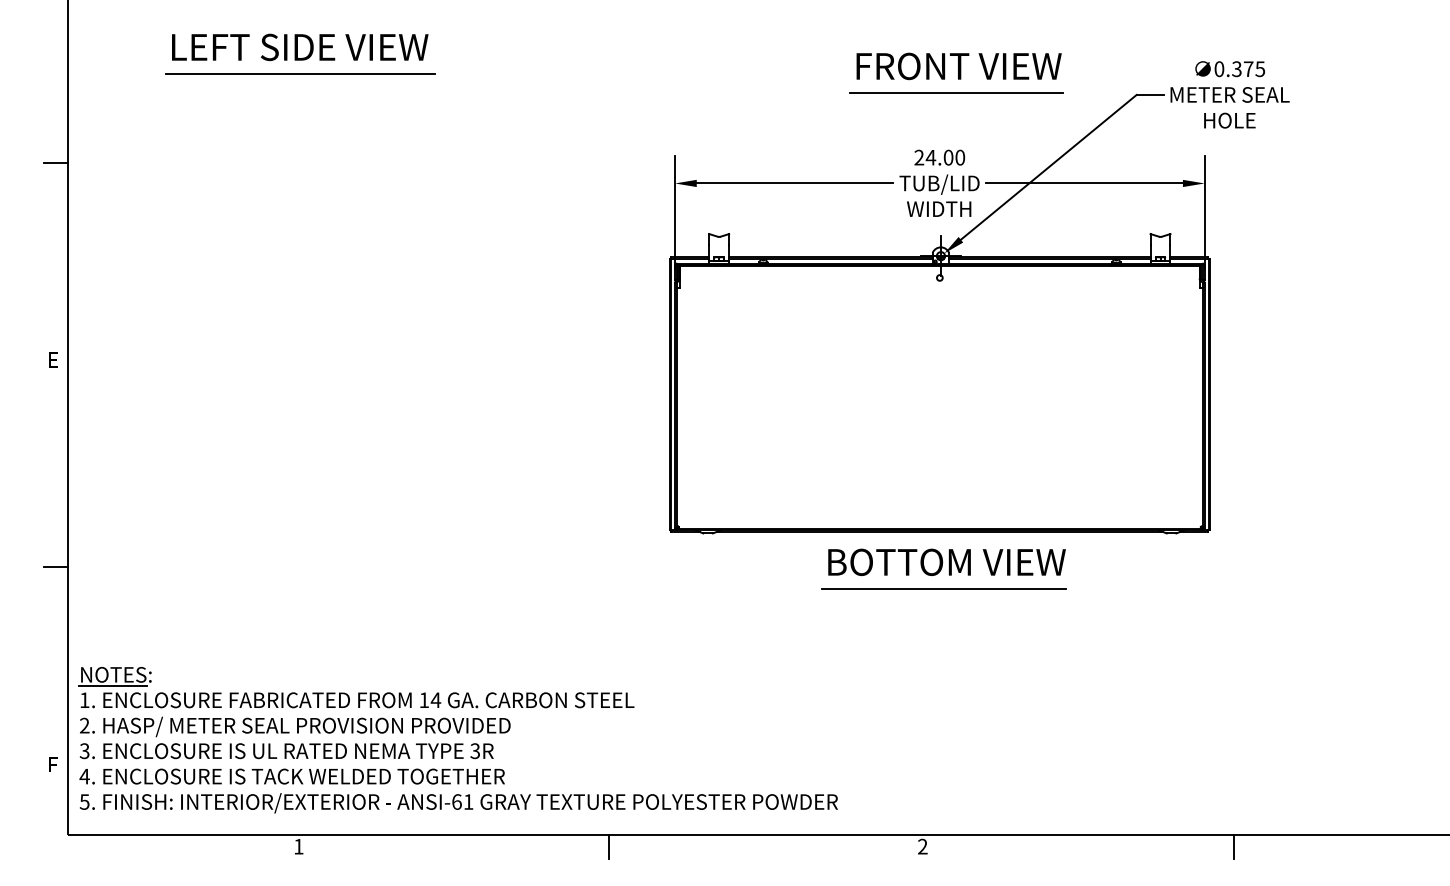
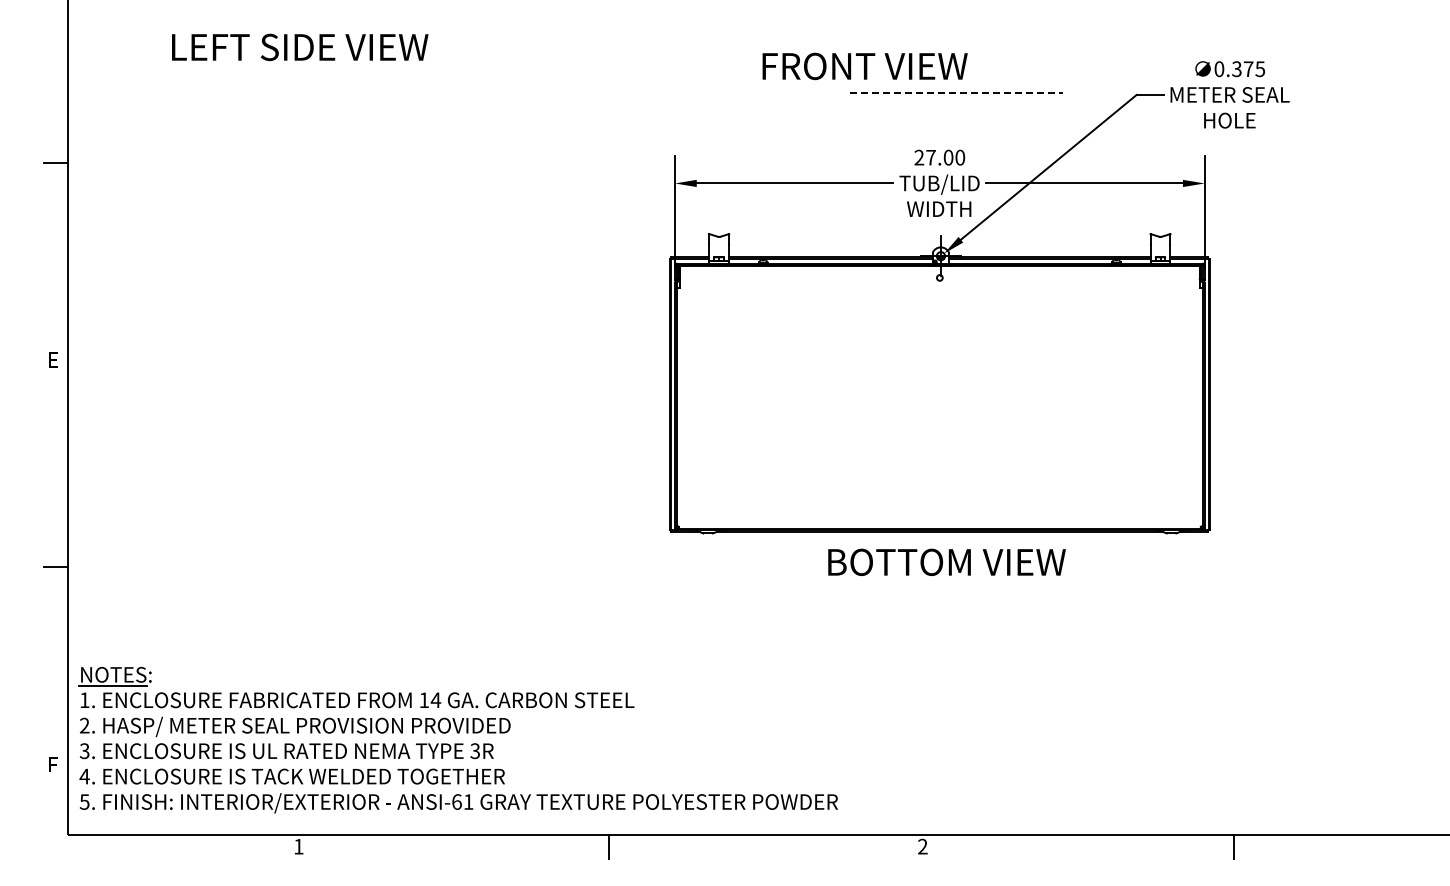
text at (958, 66) position: (958, 66) -> (864, 66)
line at (299, 74): present -> none
line at (957, 93): solid -> dashed
text at (930, 157): 24.00 -> 27.00
line at (943, 589): present -> none
